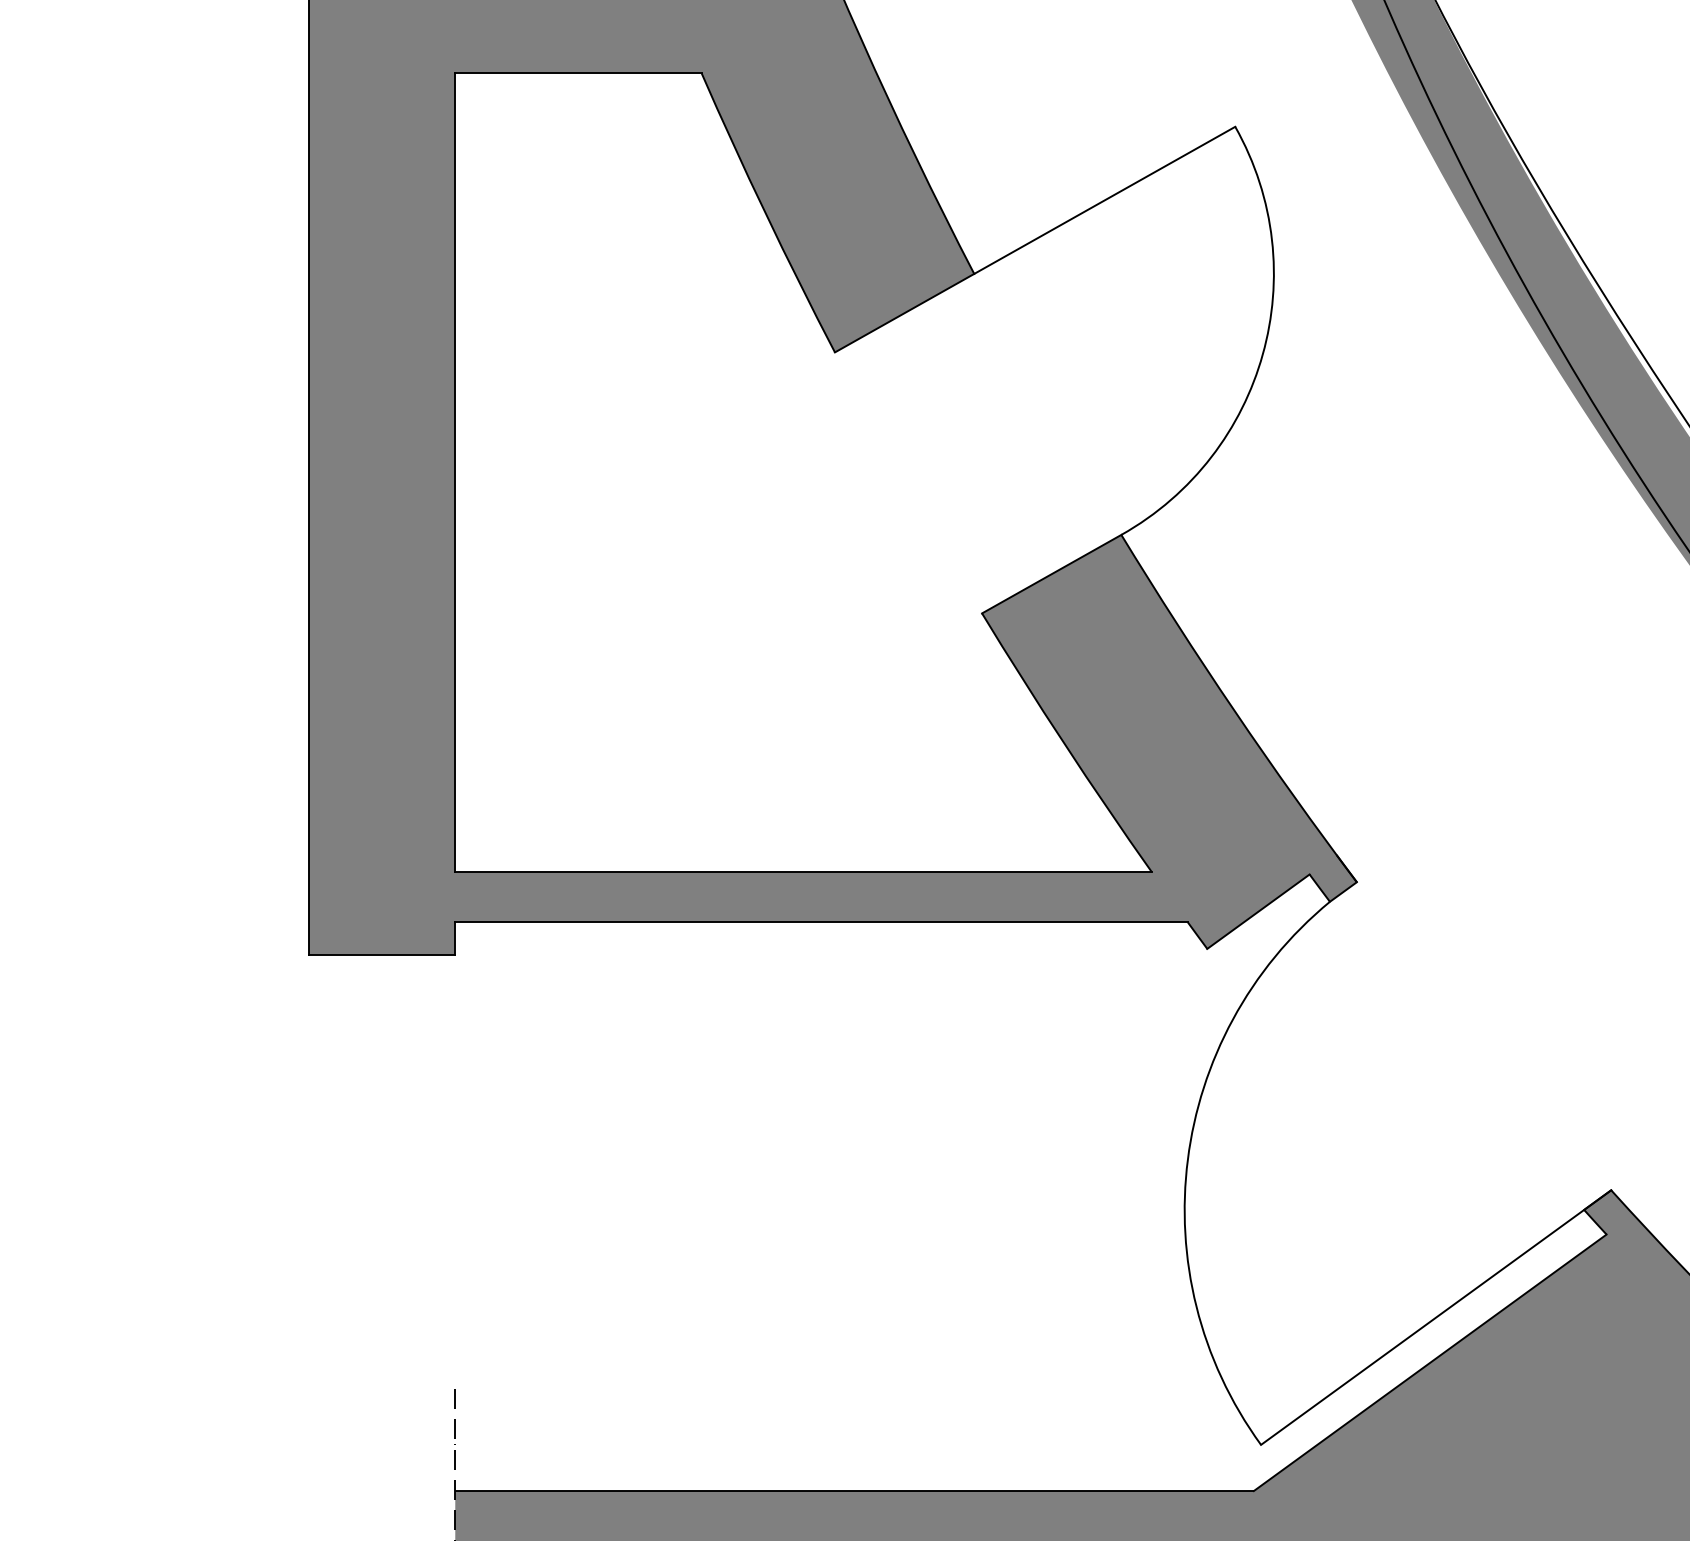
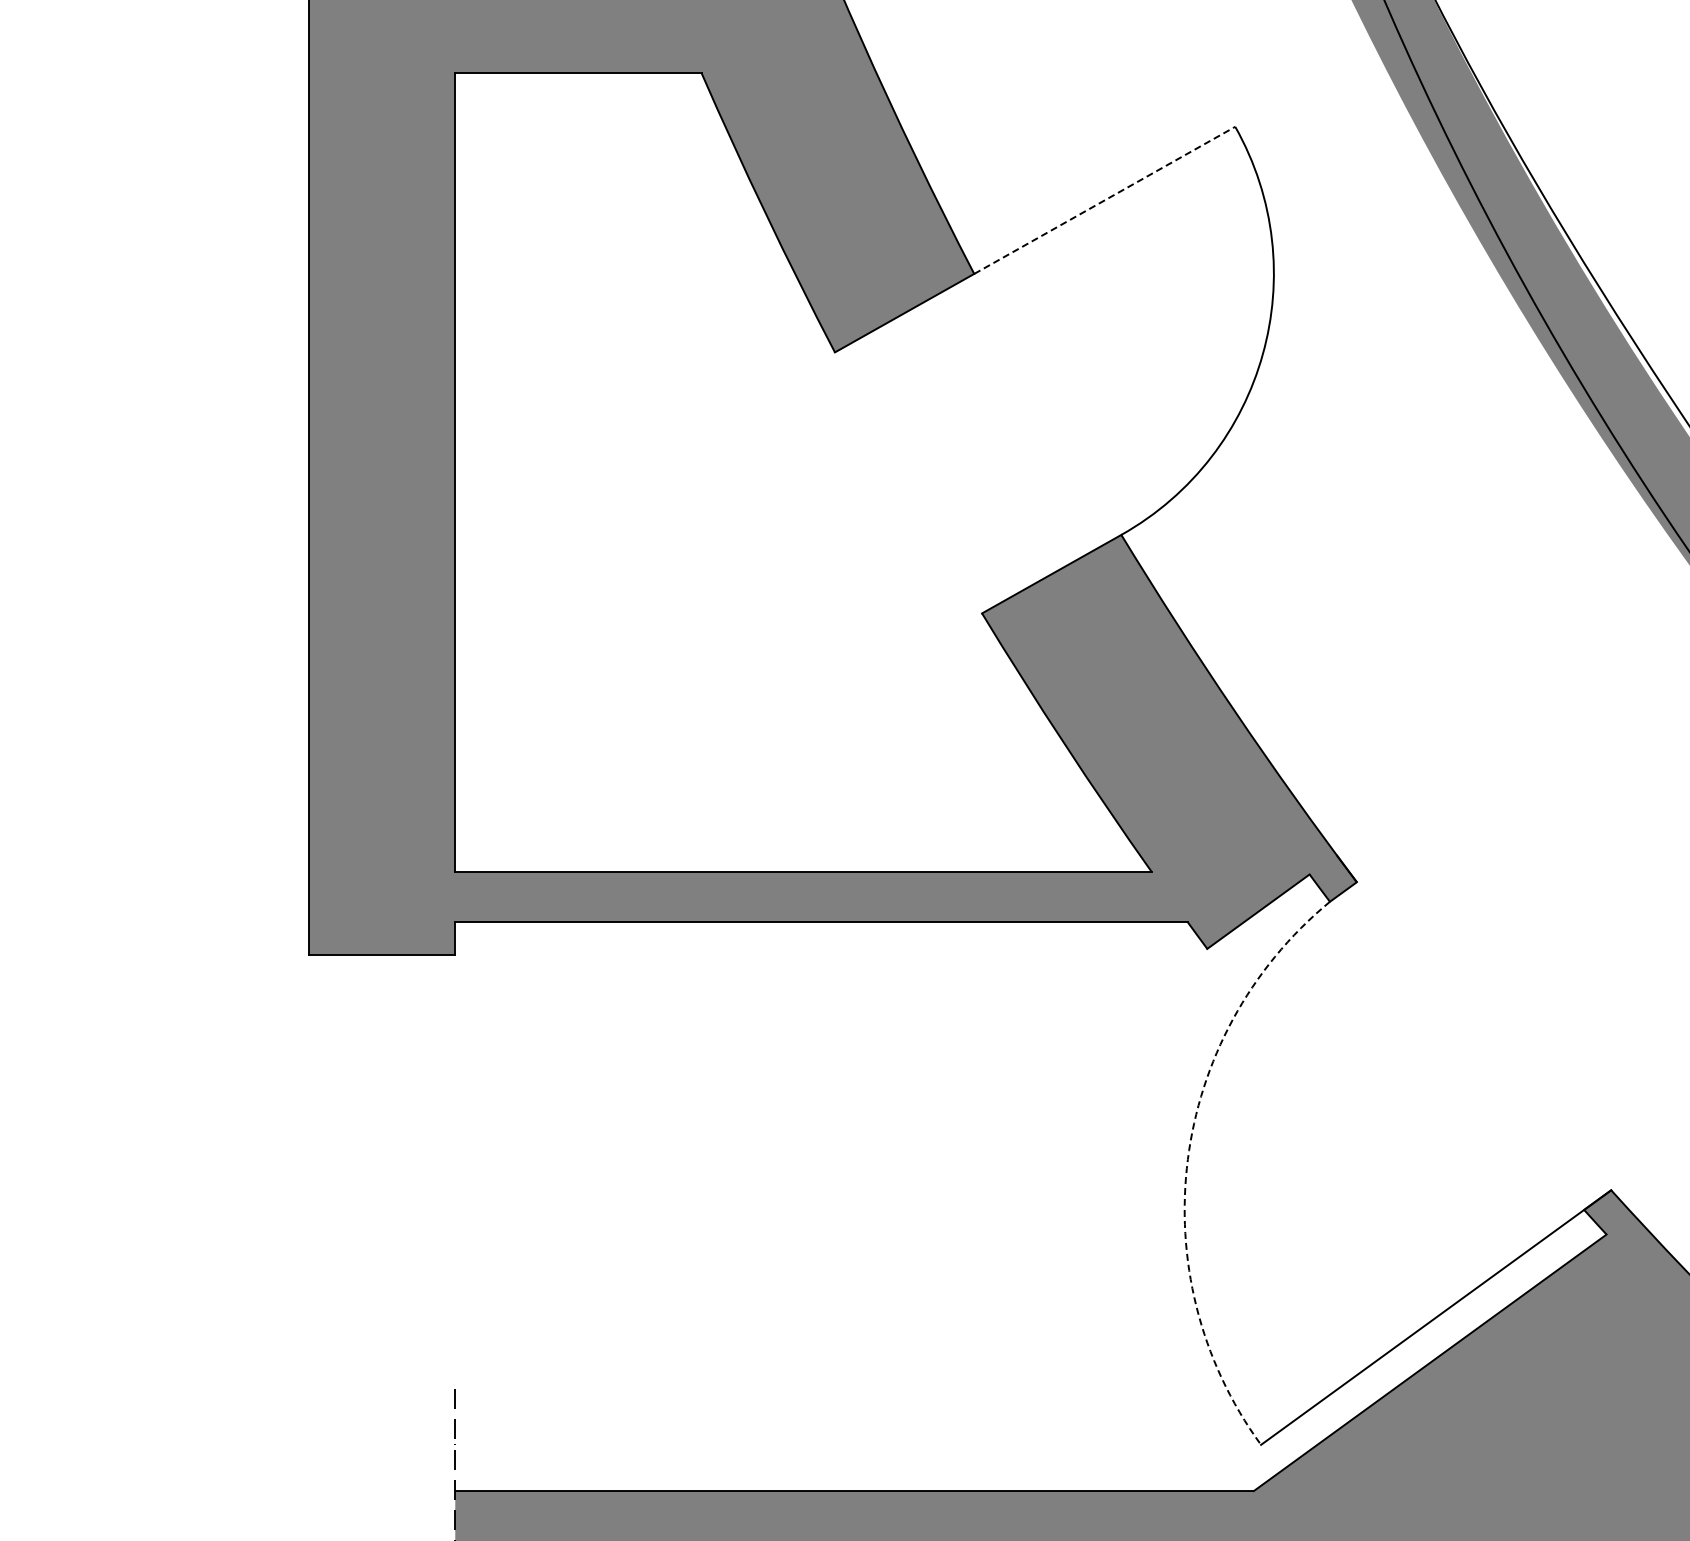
line at (1104, 200): solid -> dashed
arc at (1187, 1159): solid -> dashed
